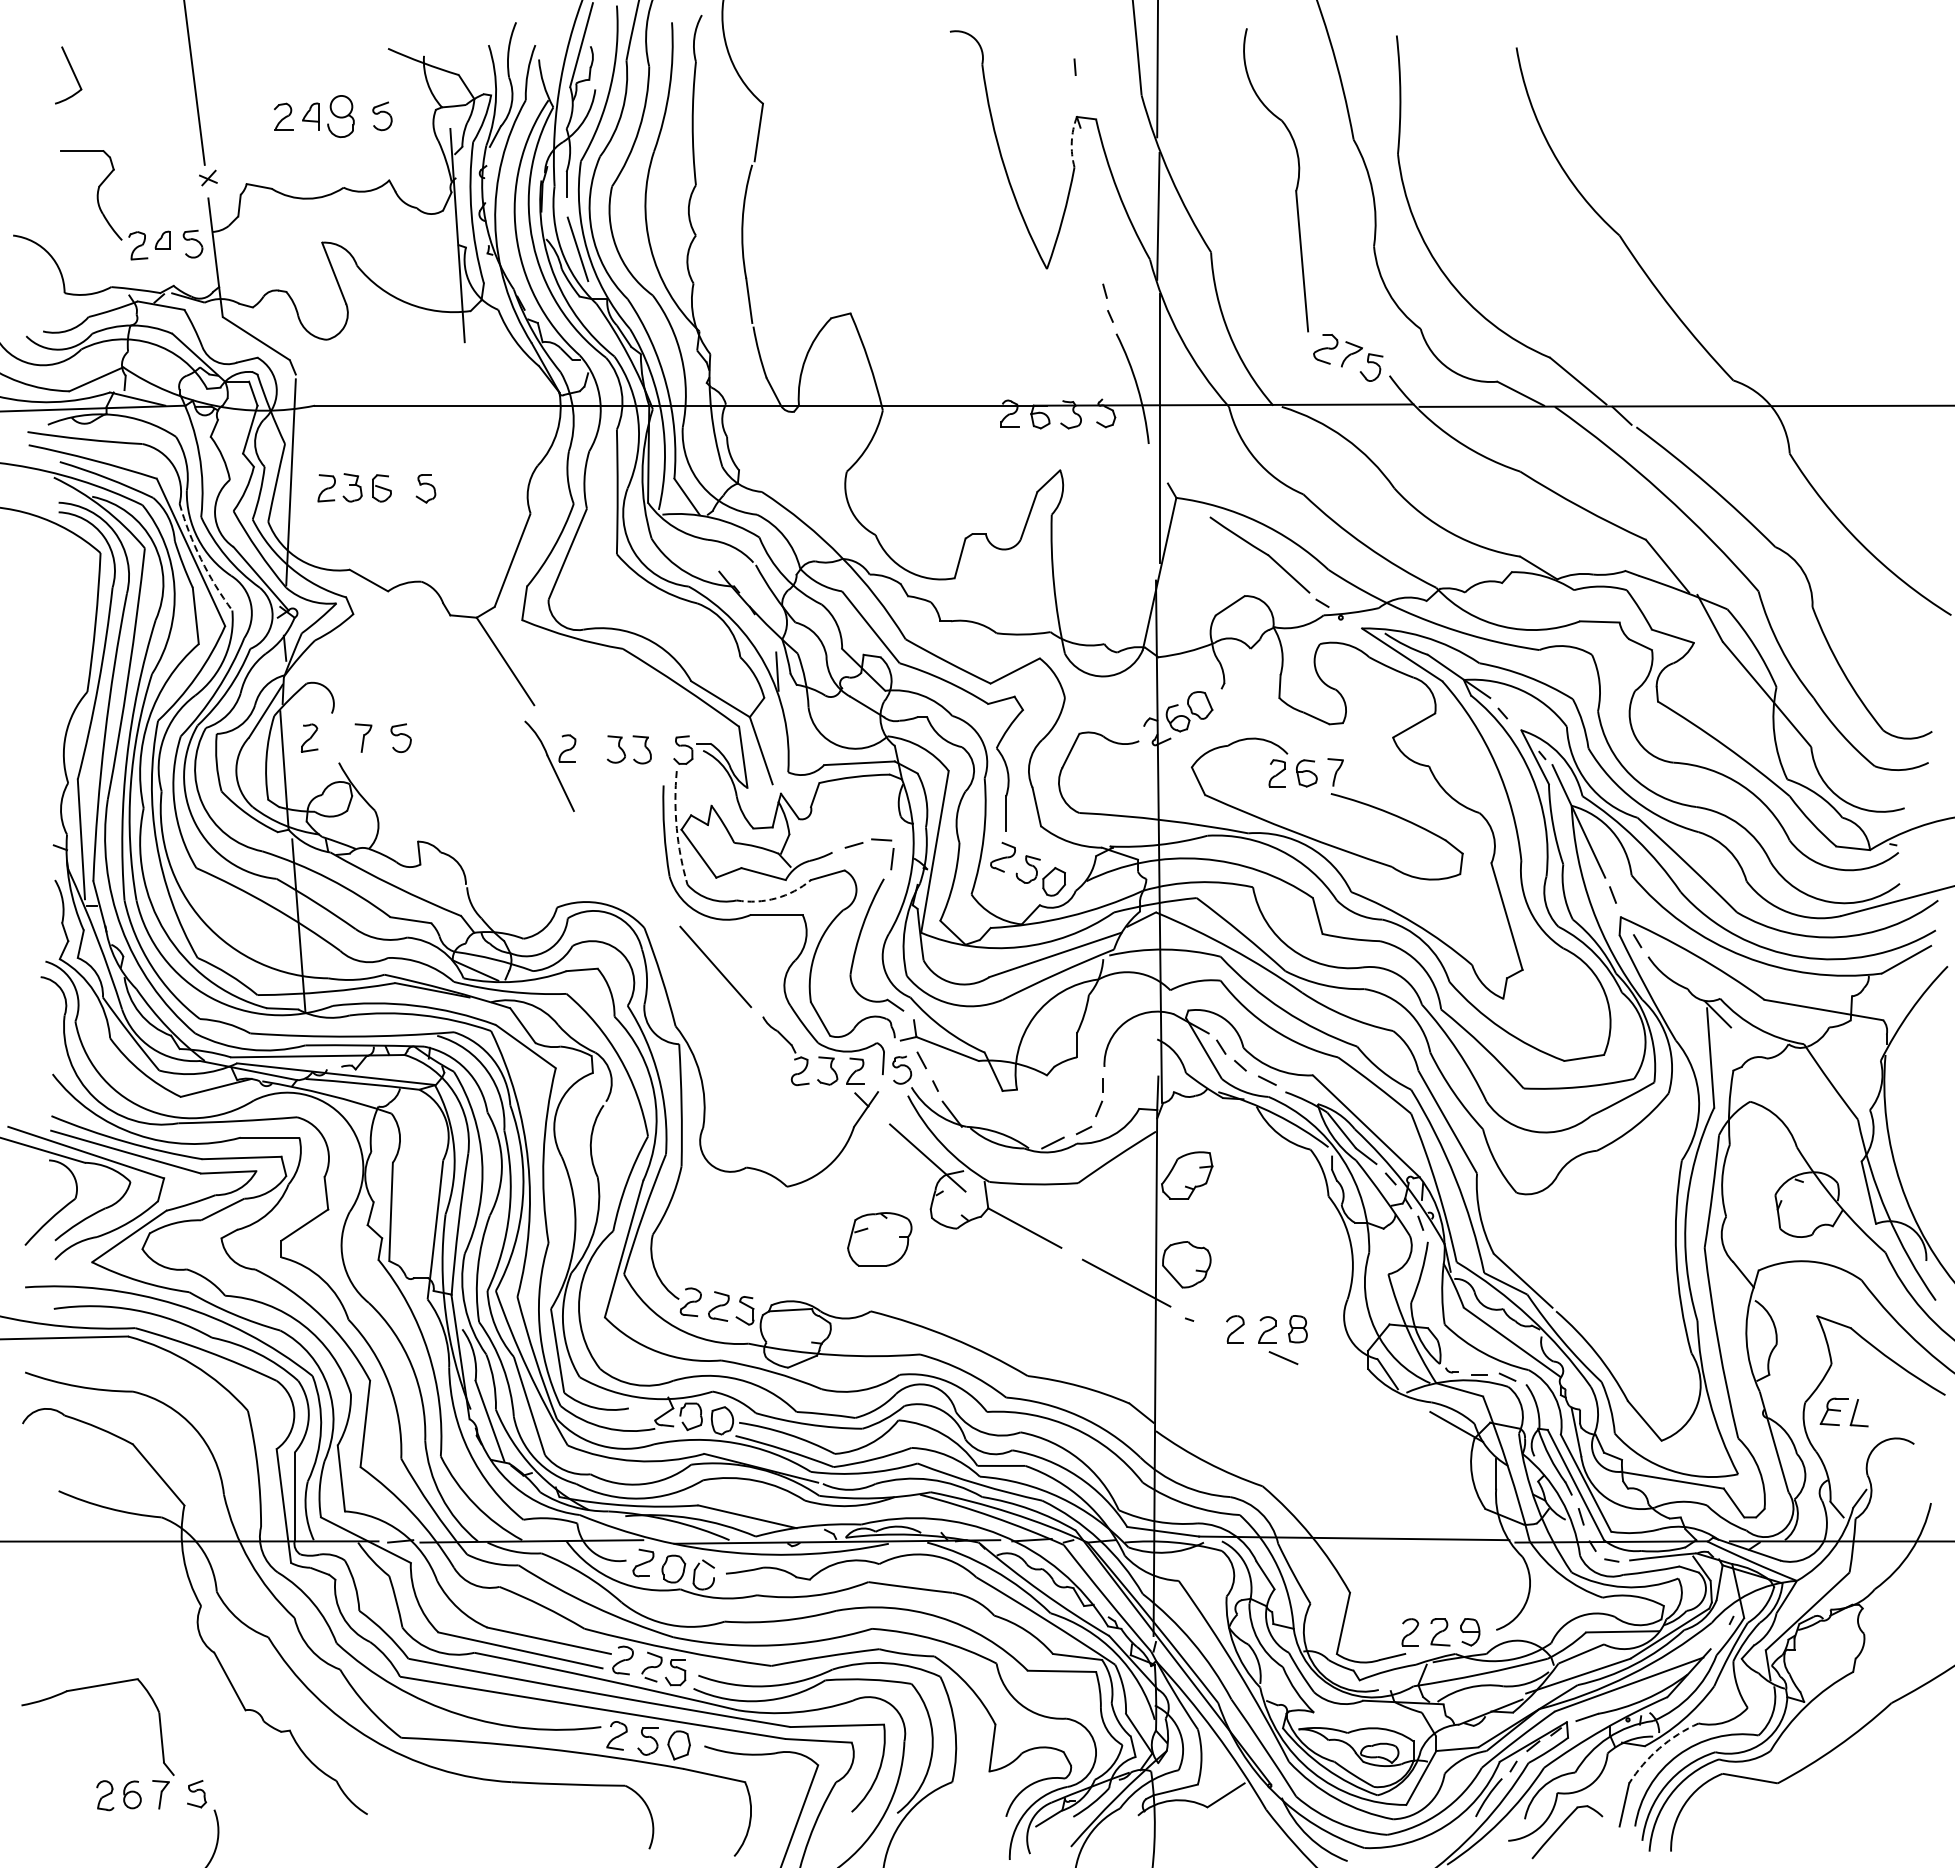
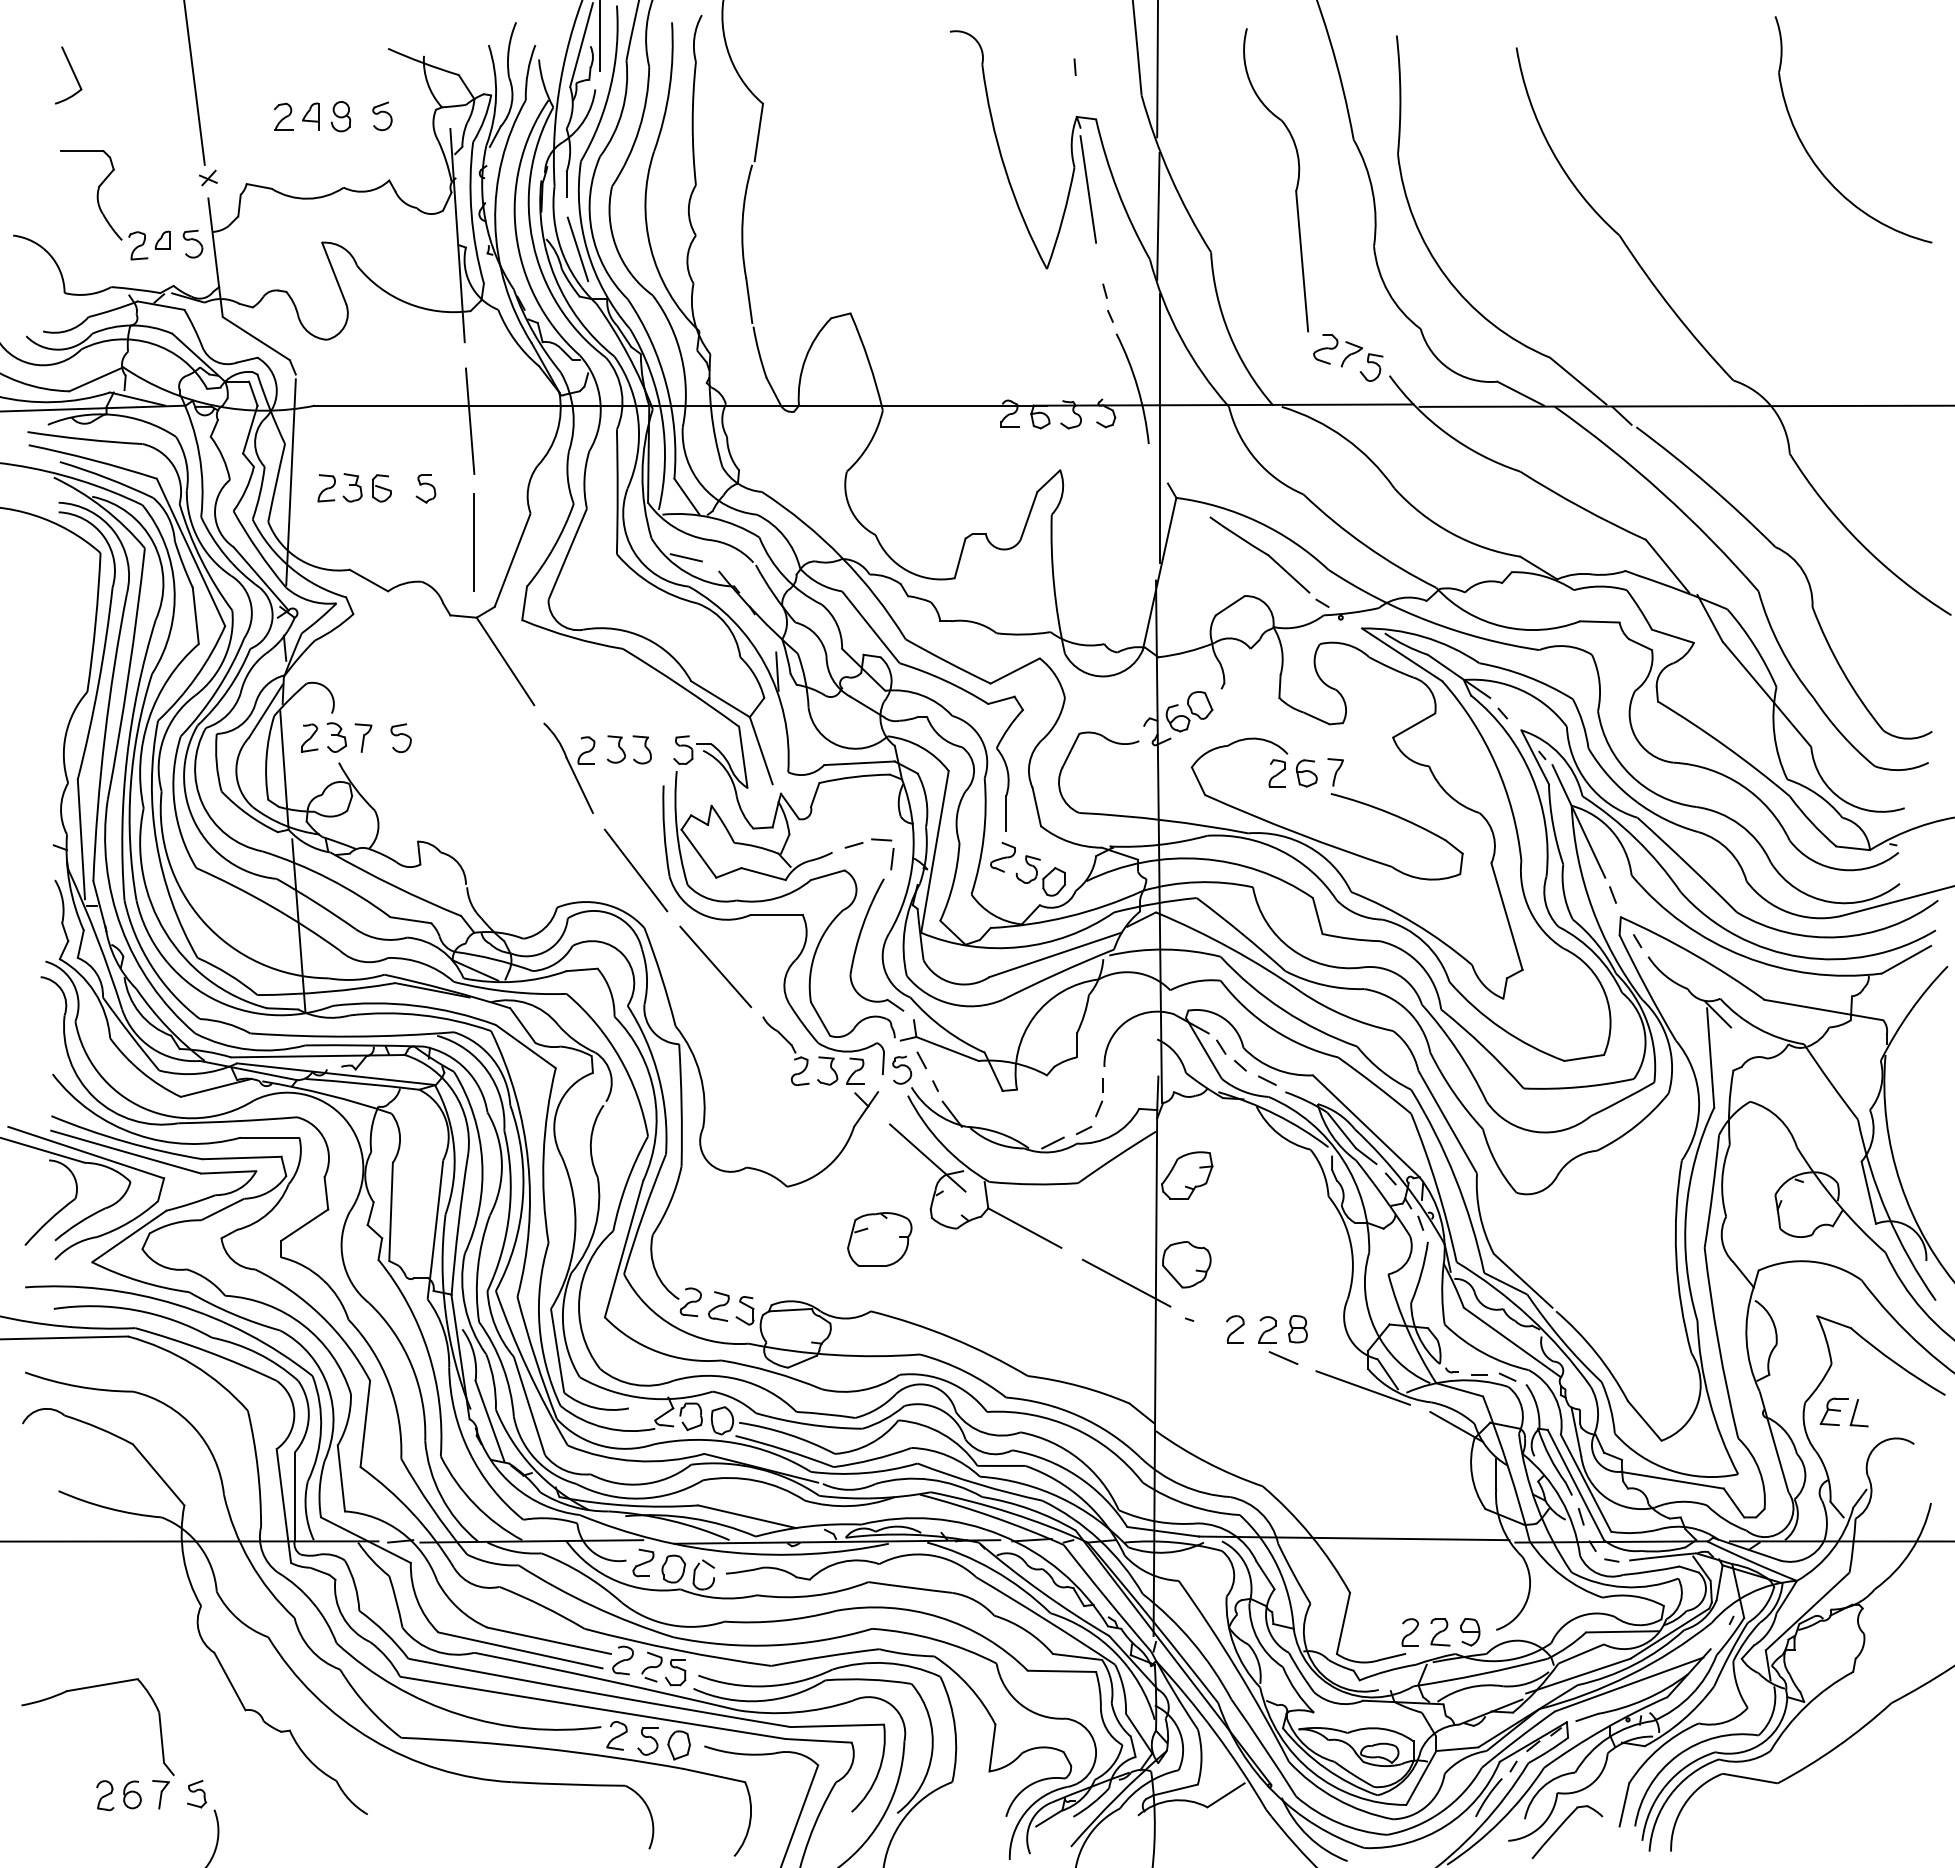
line at (600, 36): none -> present
part at (340, 116) size: 28x43 px -> 22x32 px
arc at (1071, 141): dashed -> solid
part at (1812, 158): none -> present
line at (1088, 189): none -> present
line at (469, 420): none -> present
line at (474, 542): none -> present
line at (685, 557): none -> present
arc at (201, 559): dashed -> solid
part at (336, 737): none -> present
part at (550, 765) position: (550, 765) -> (569, 767)
arc at (676, 828): dashed -> solid
line at (635, 870): none -> present
arc at (776, 898): dashed -> solid
line at (1362, 1387): none -> present
arc at (1659, 1748): dashed -> solid
